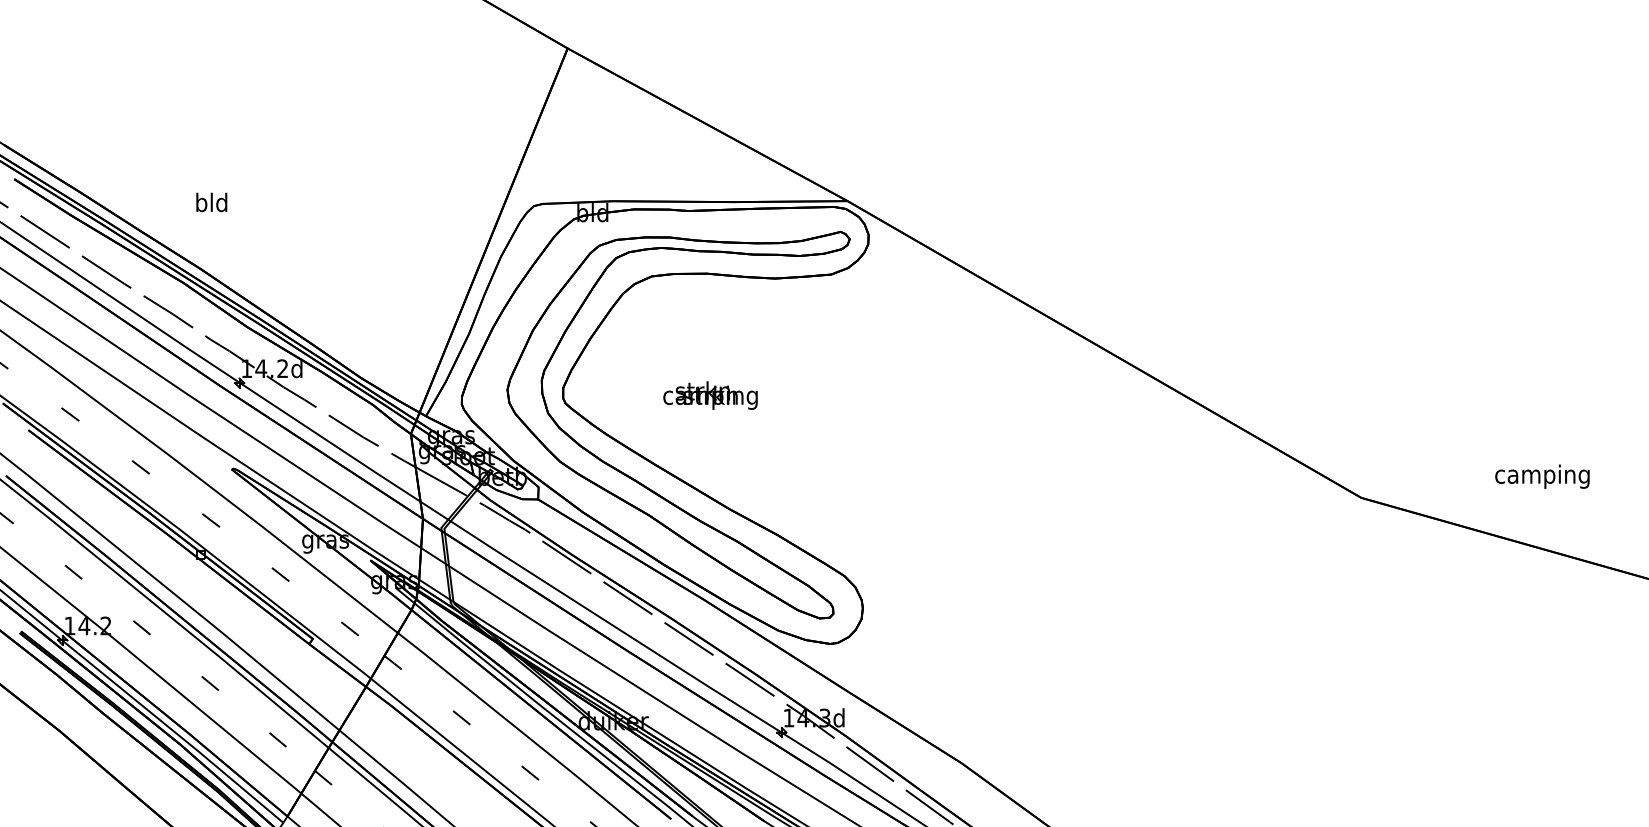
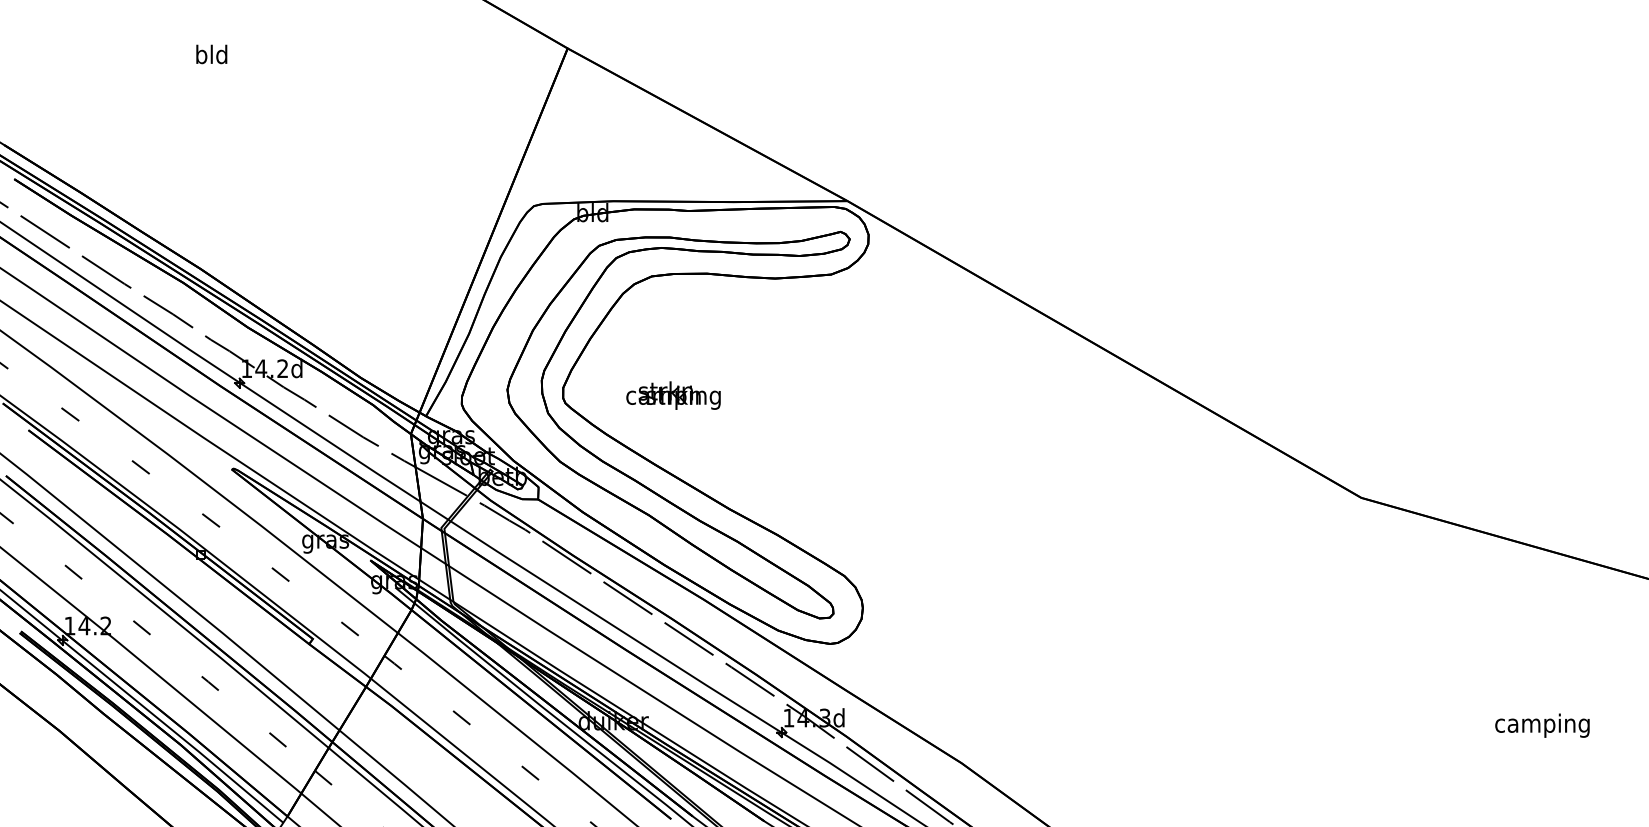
text at (211, 202) position: (211, 202) -> (211, 54)
text at (710, 395) position: (710, 395) -> (673, 395)
text at (1542, 476) position: (1542, 476) -> (1542, 725)
